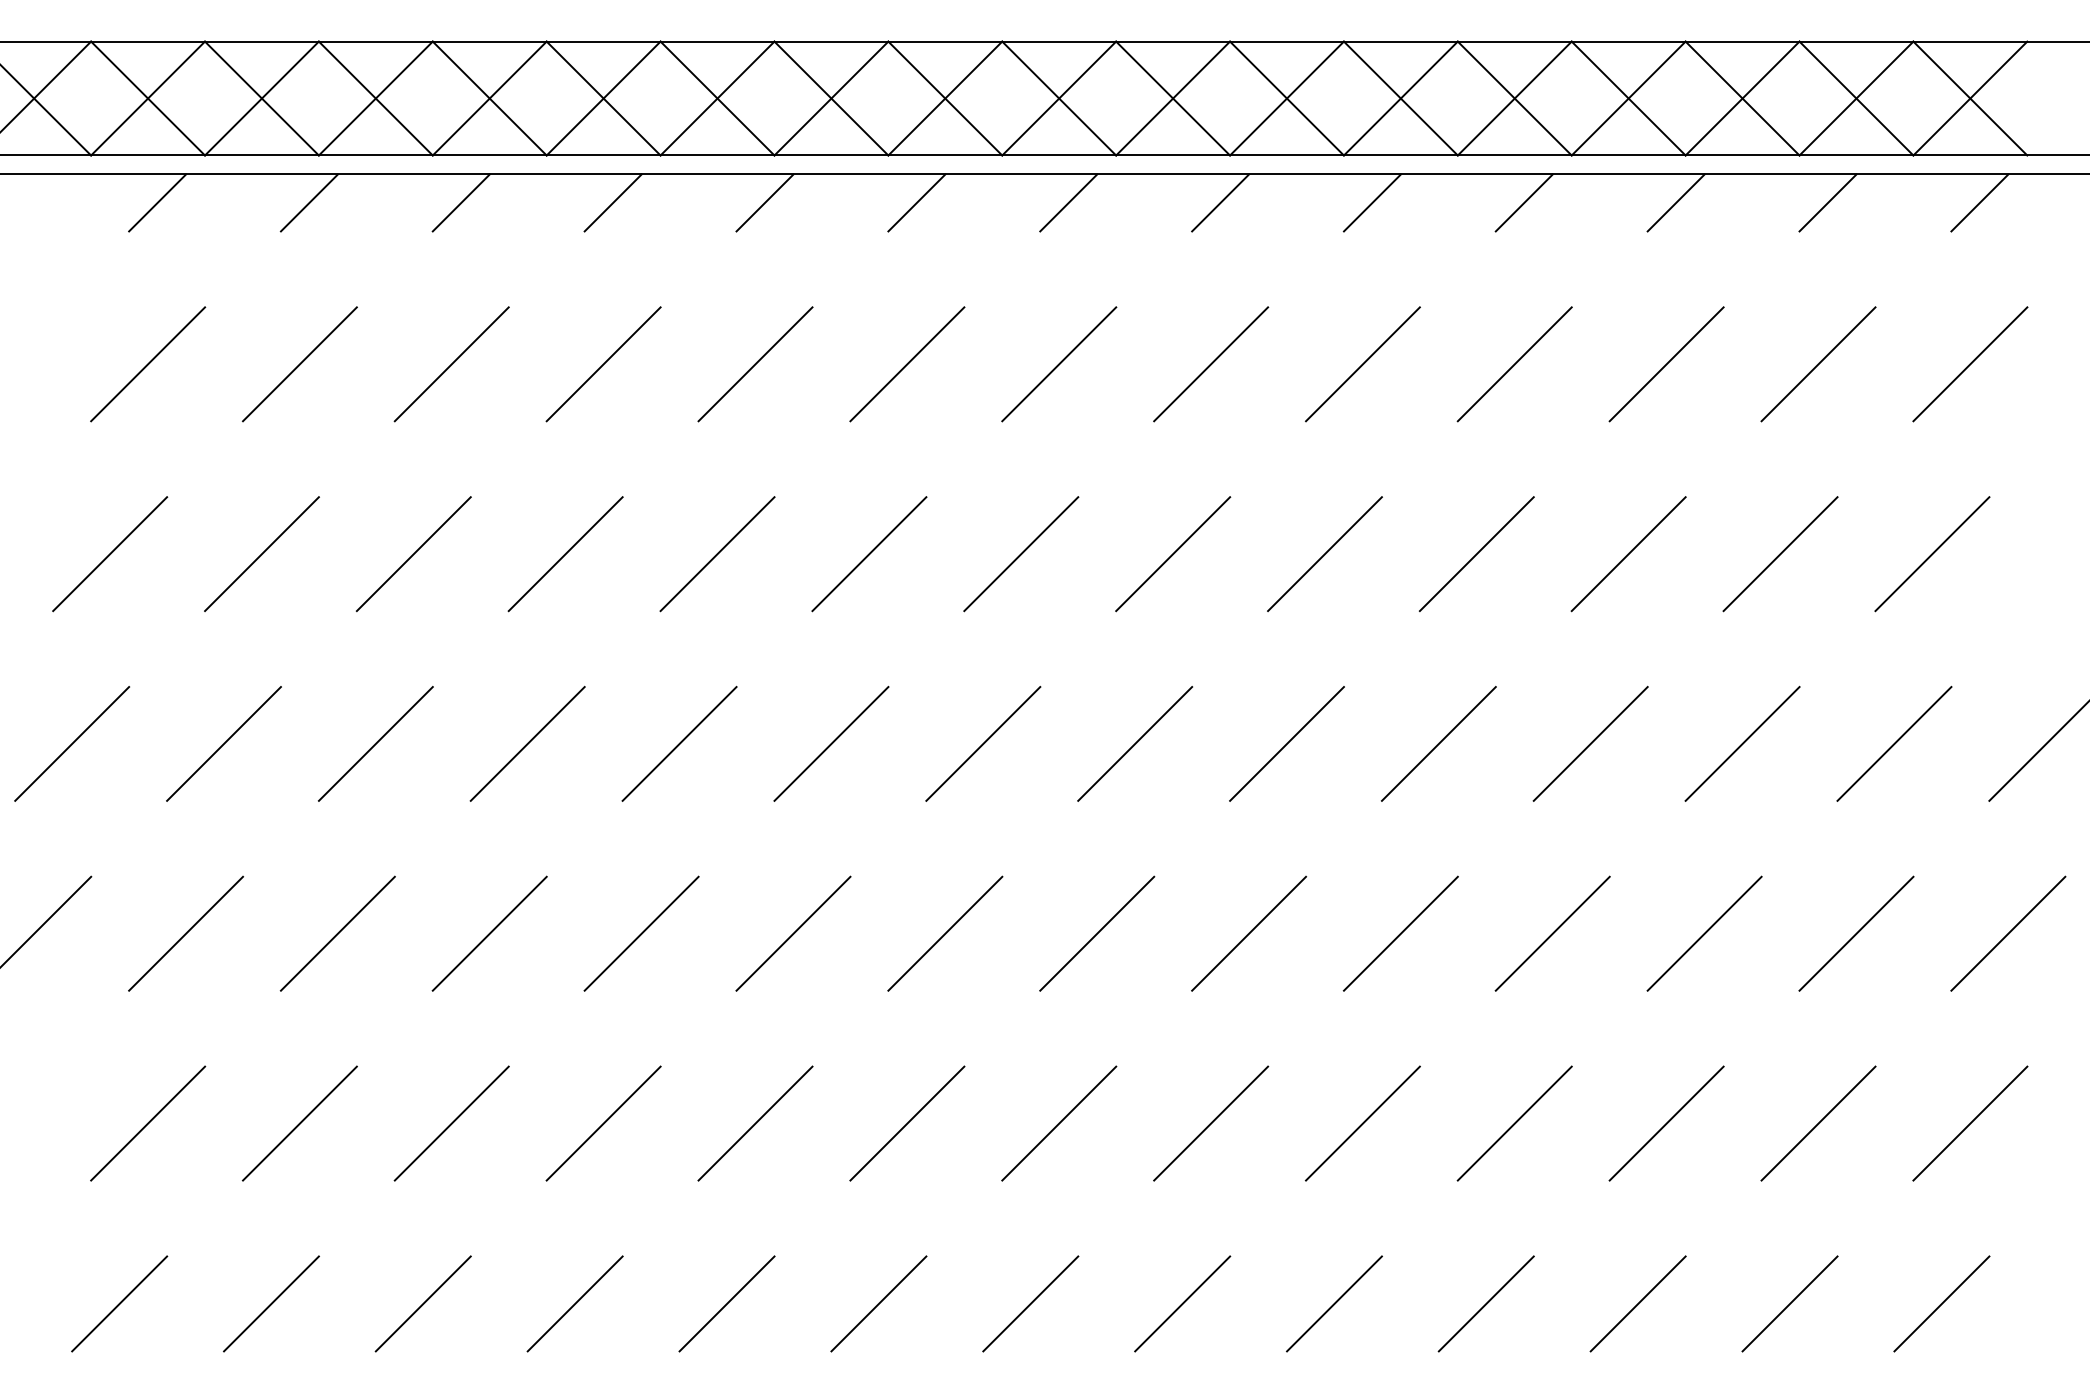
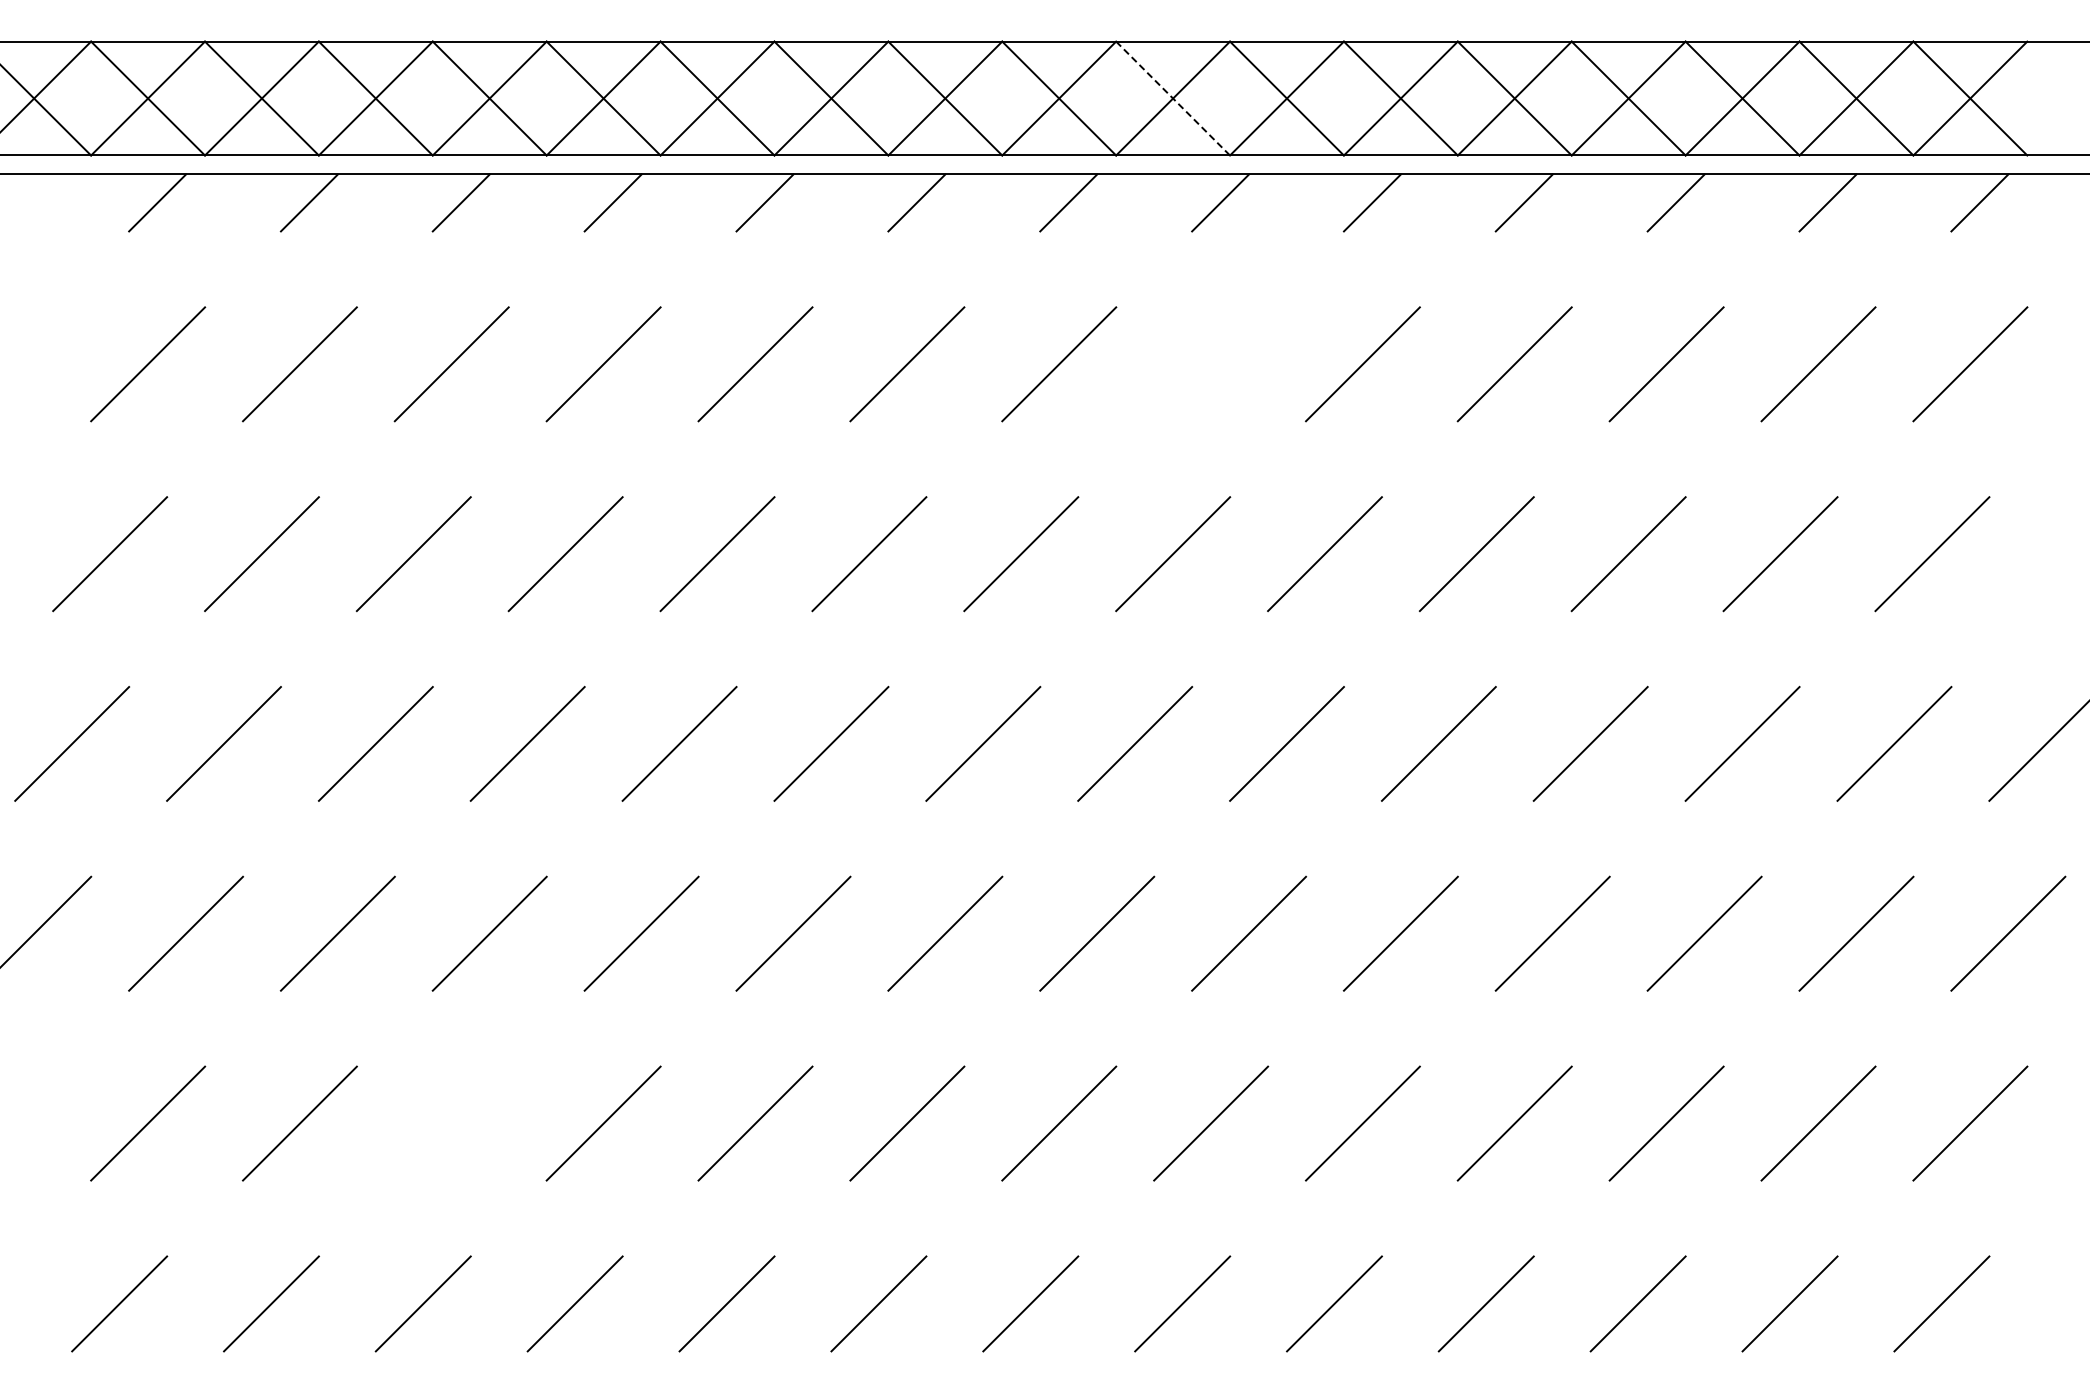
line at (1173, 98): solid -> dashed
line at (1211, 364): present -> none
line at (451, 1123): present -> none
